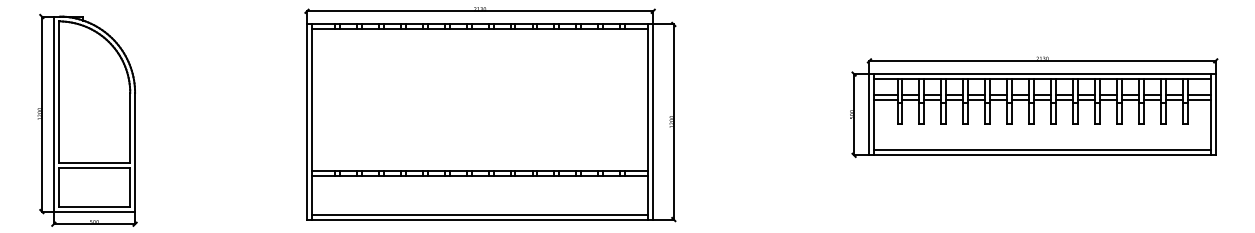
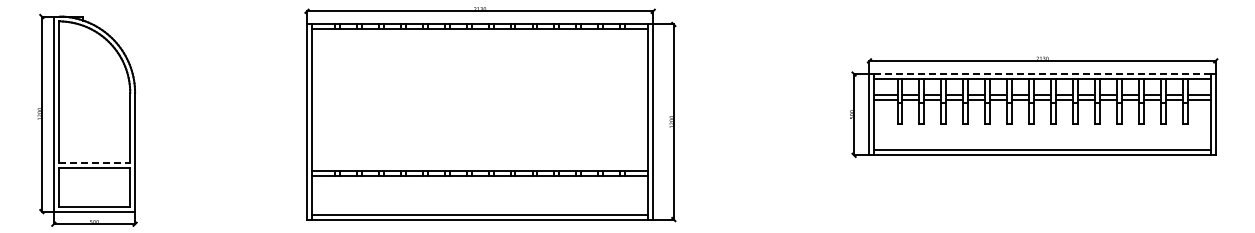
line at (1043, 74): solid -> dashed
line at (94, 162): solid -> dashed
